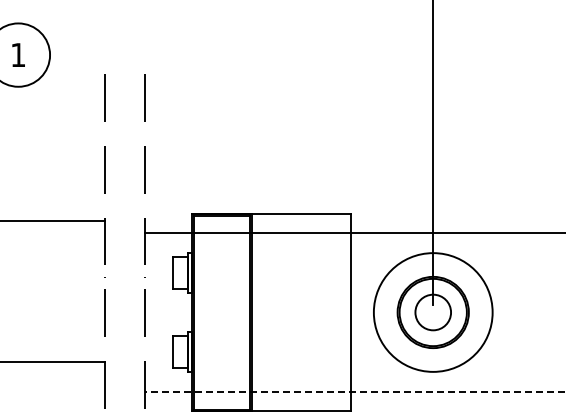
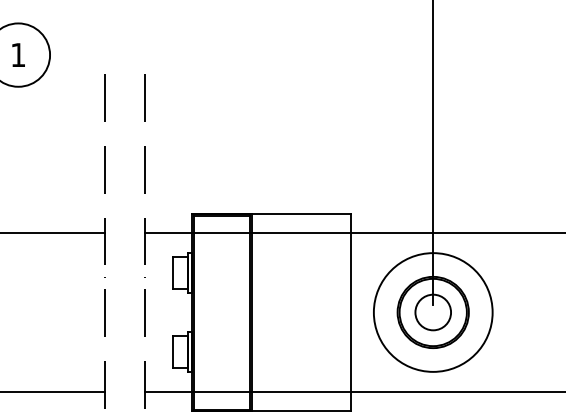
line at (53, 221) position: (53, 221) -> (53, 233)
line at (53, 361) position: (53, 361) -> (53, 391)
line at (354, 391): dashed -> solid
